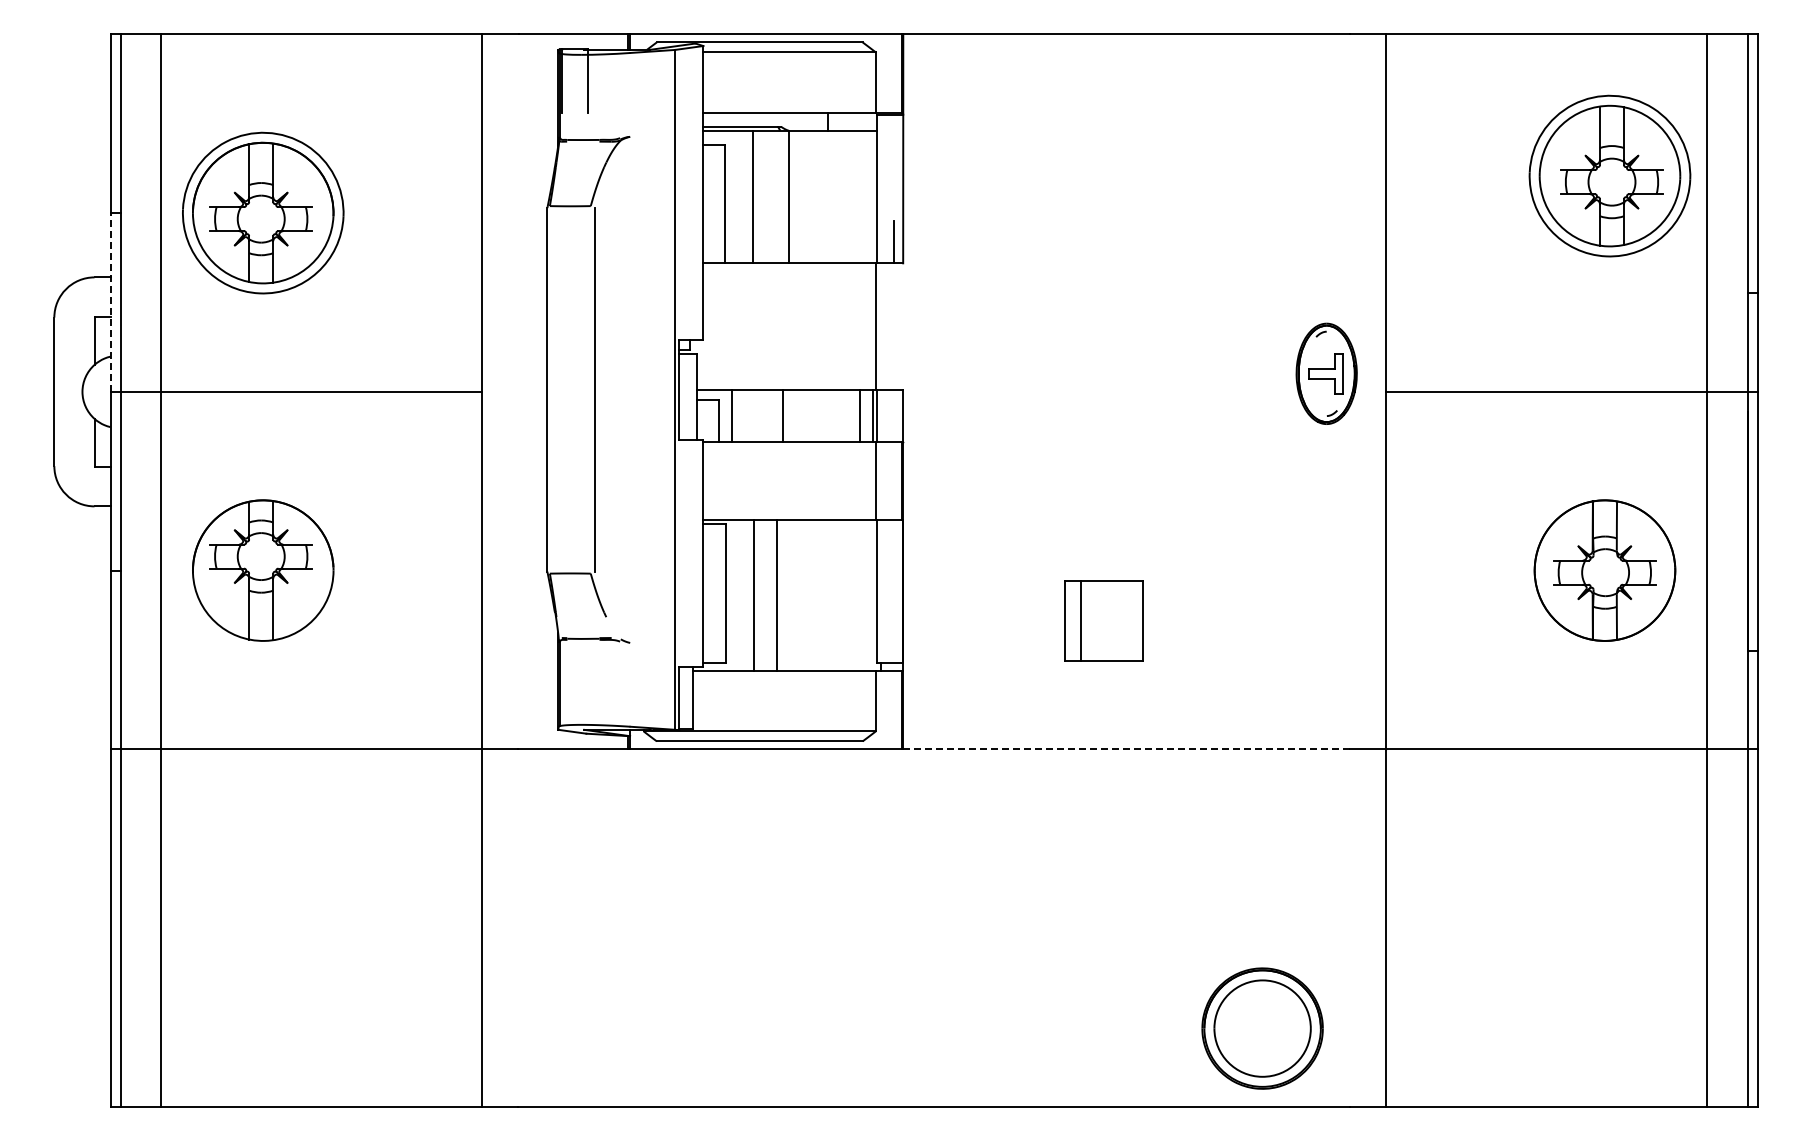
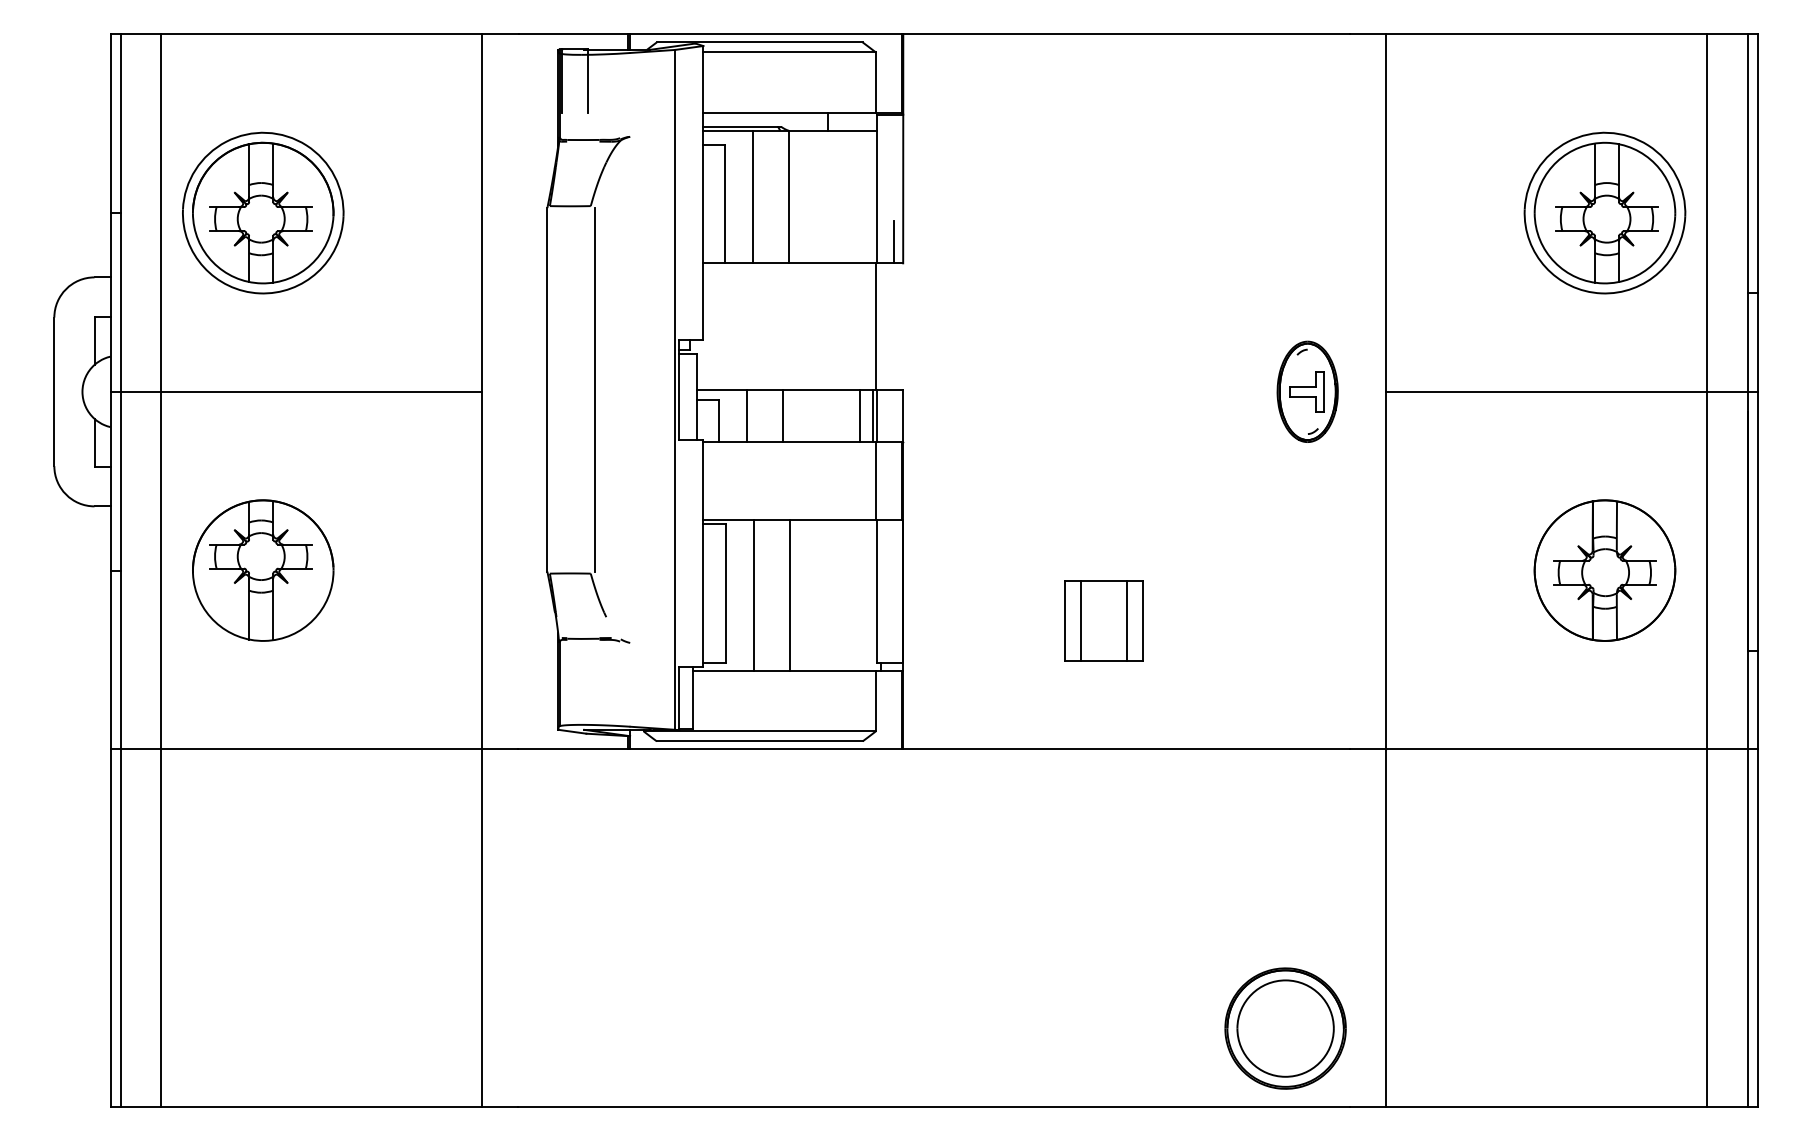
part at (1609, 175) position: (1609, 175) -> (1604, 212)
line at (110, 302): dashed -> solid
part at (1326, 373) position: (1326, 373) -> (1307, 391)
line at (731, 415) position: (731, 415) -> (746, 415)
line at (776, 595) position: (776, 595) -> (789, 595)
line at (1126, 620): none -> present
line at (1127, 749): dashed -> solid
part at (1262, 1028) position: (1262, 1028) -> (1285, 1028)
